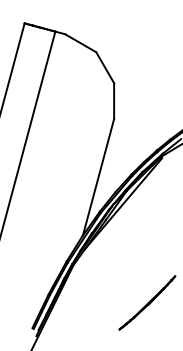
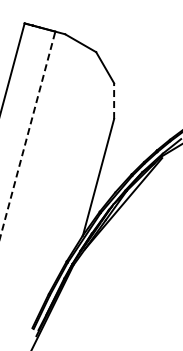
line at (114, 101): solid -> dashed
line at (27, 134): solid -> dashed
part at (147, 302): present -> none
